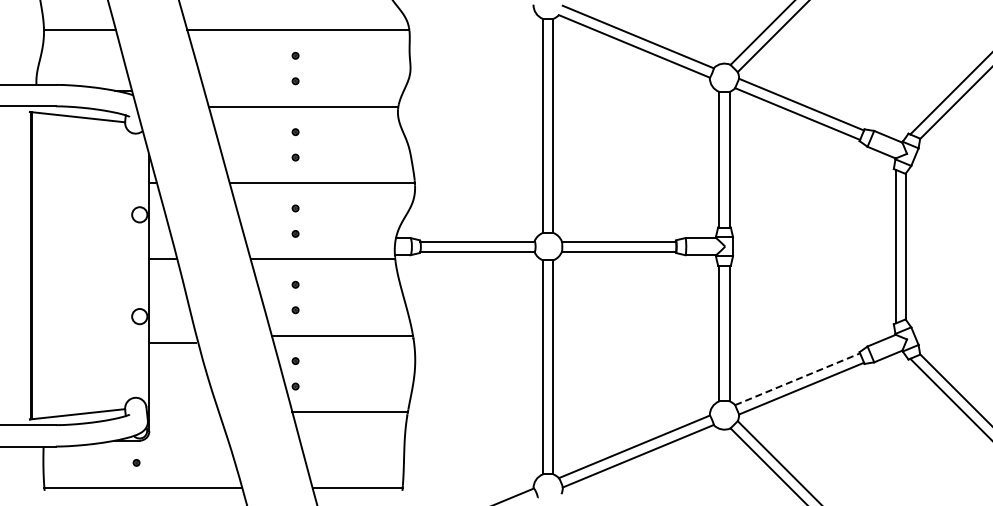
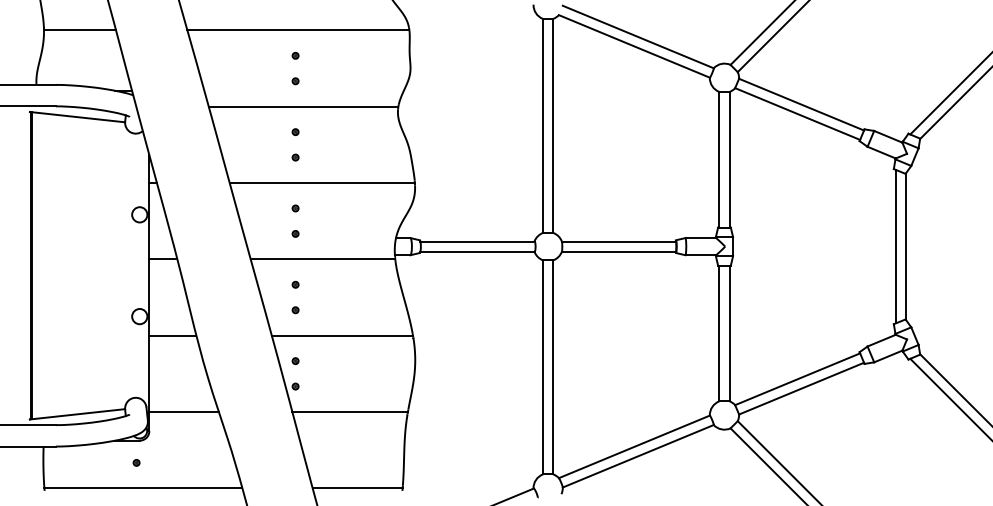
line at (172, 342) position: (172, 342) -> (172, 335)
line at (797, 379): dashed -> solid
line at (183, 412): none -> present
